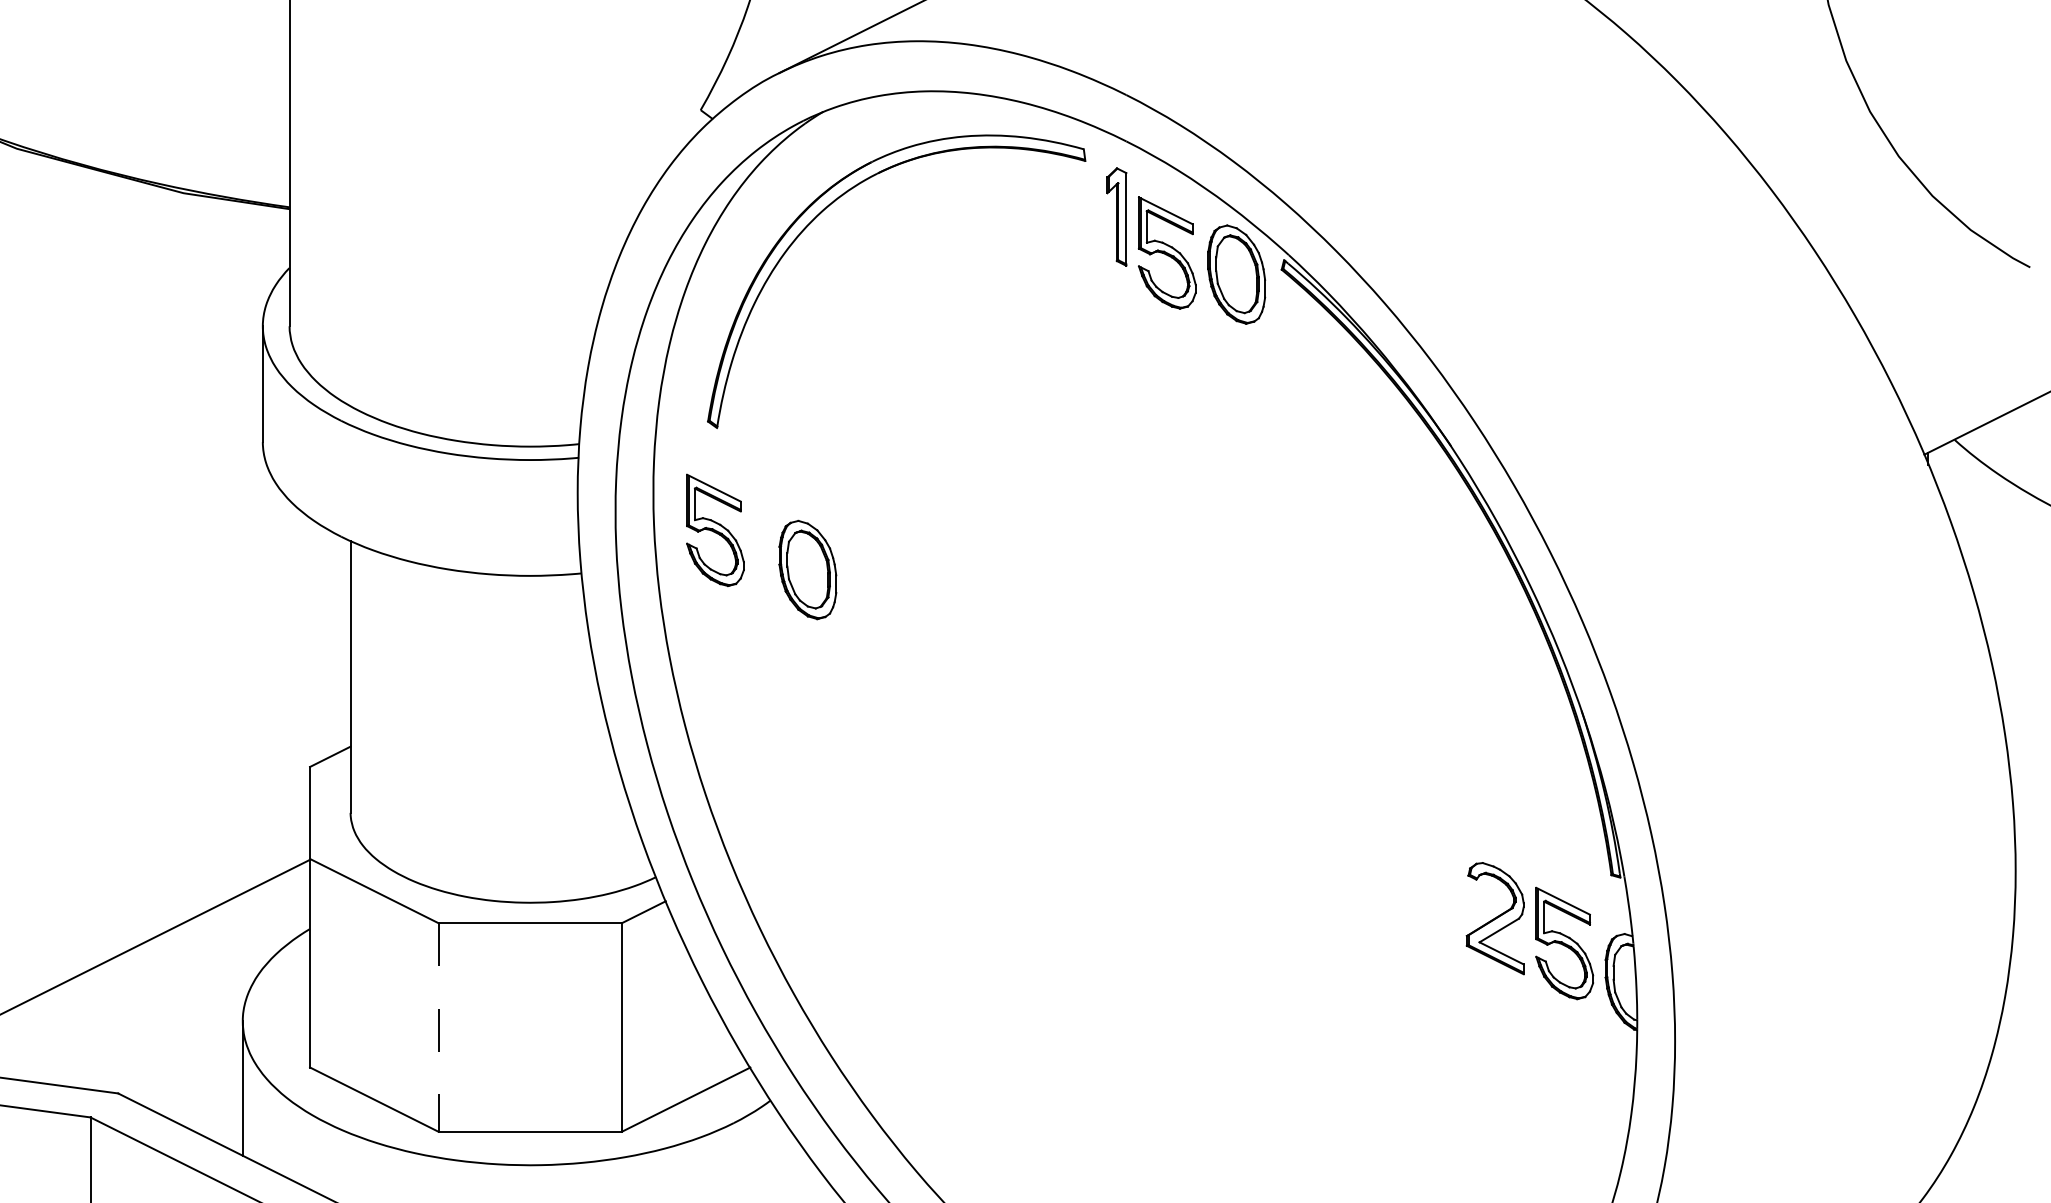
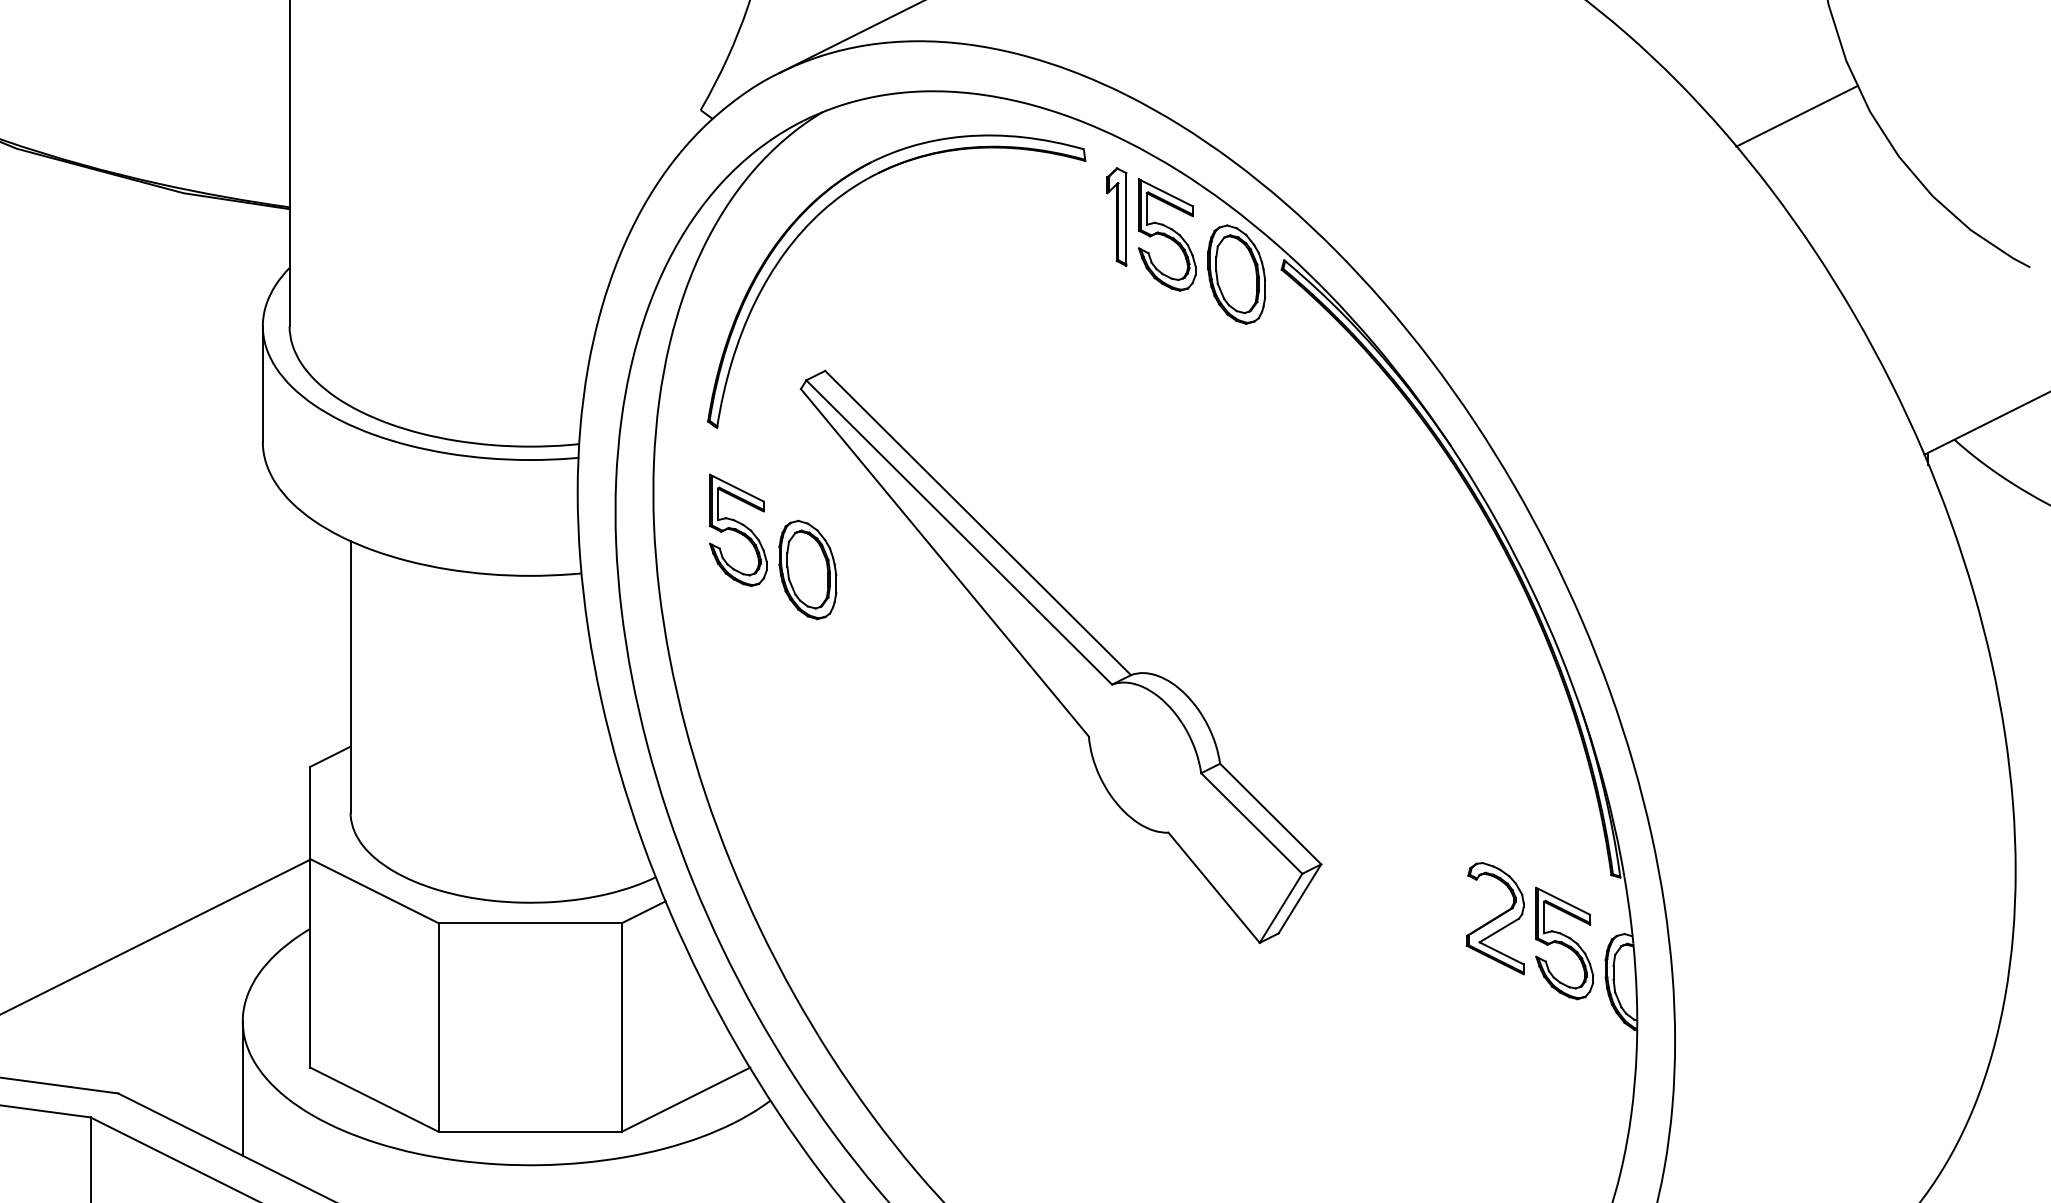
line at (1797, 115): none -> present
part at (1166, 252) position: (1166, 252) -> (1166, 234)
part at (715, 530) position: (715, 530) -> (738, 530)
part at (1060, 656): none -> present
line at (438, 1028): dashed -> solid
